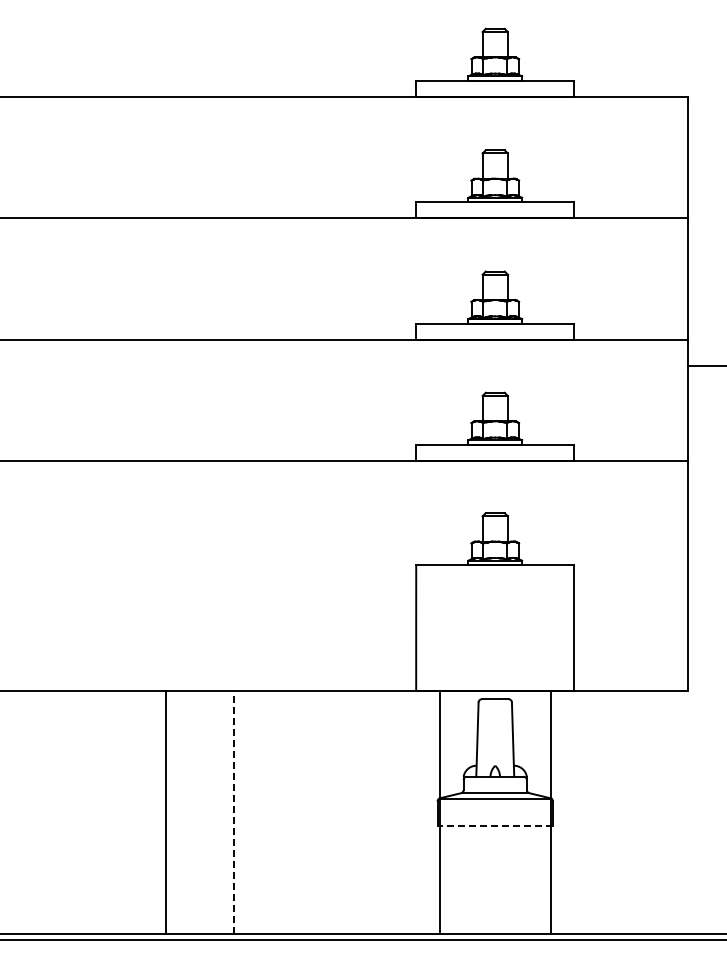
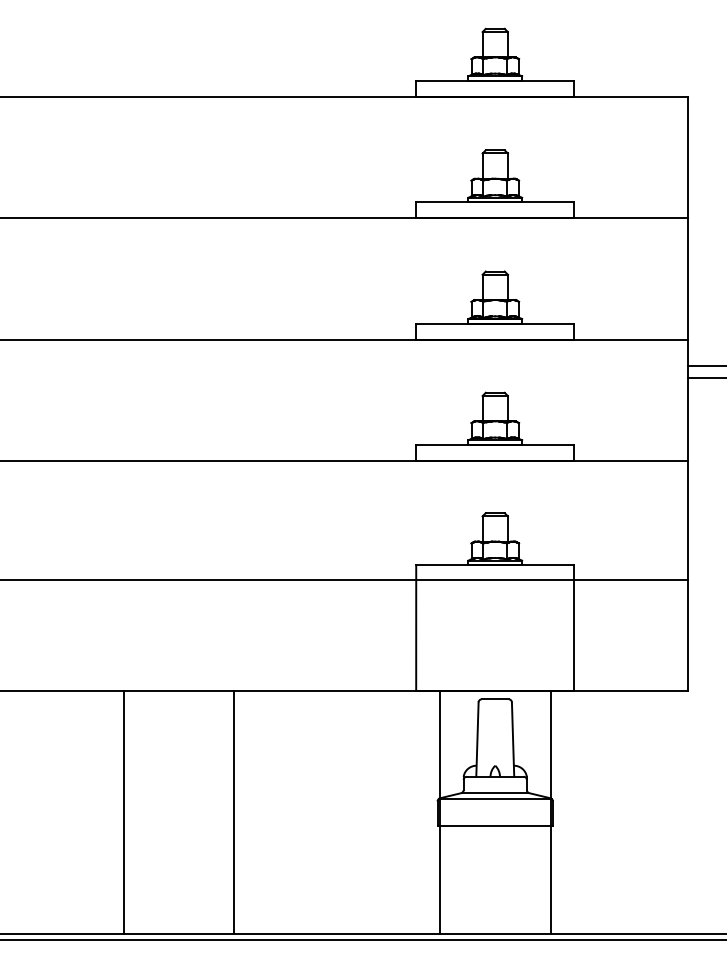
line at (705, 377): none -> present
line at (345, 580): none -> present
line at (165, 812) position: (165, 812) -> (123, 812)
line at (234, 812): dashed -> solid
line at (495, 825): dashed -> solid
